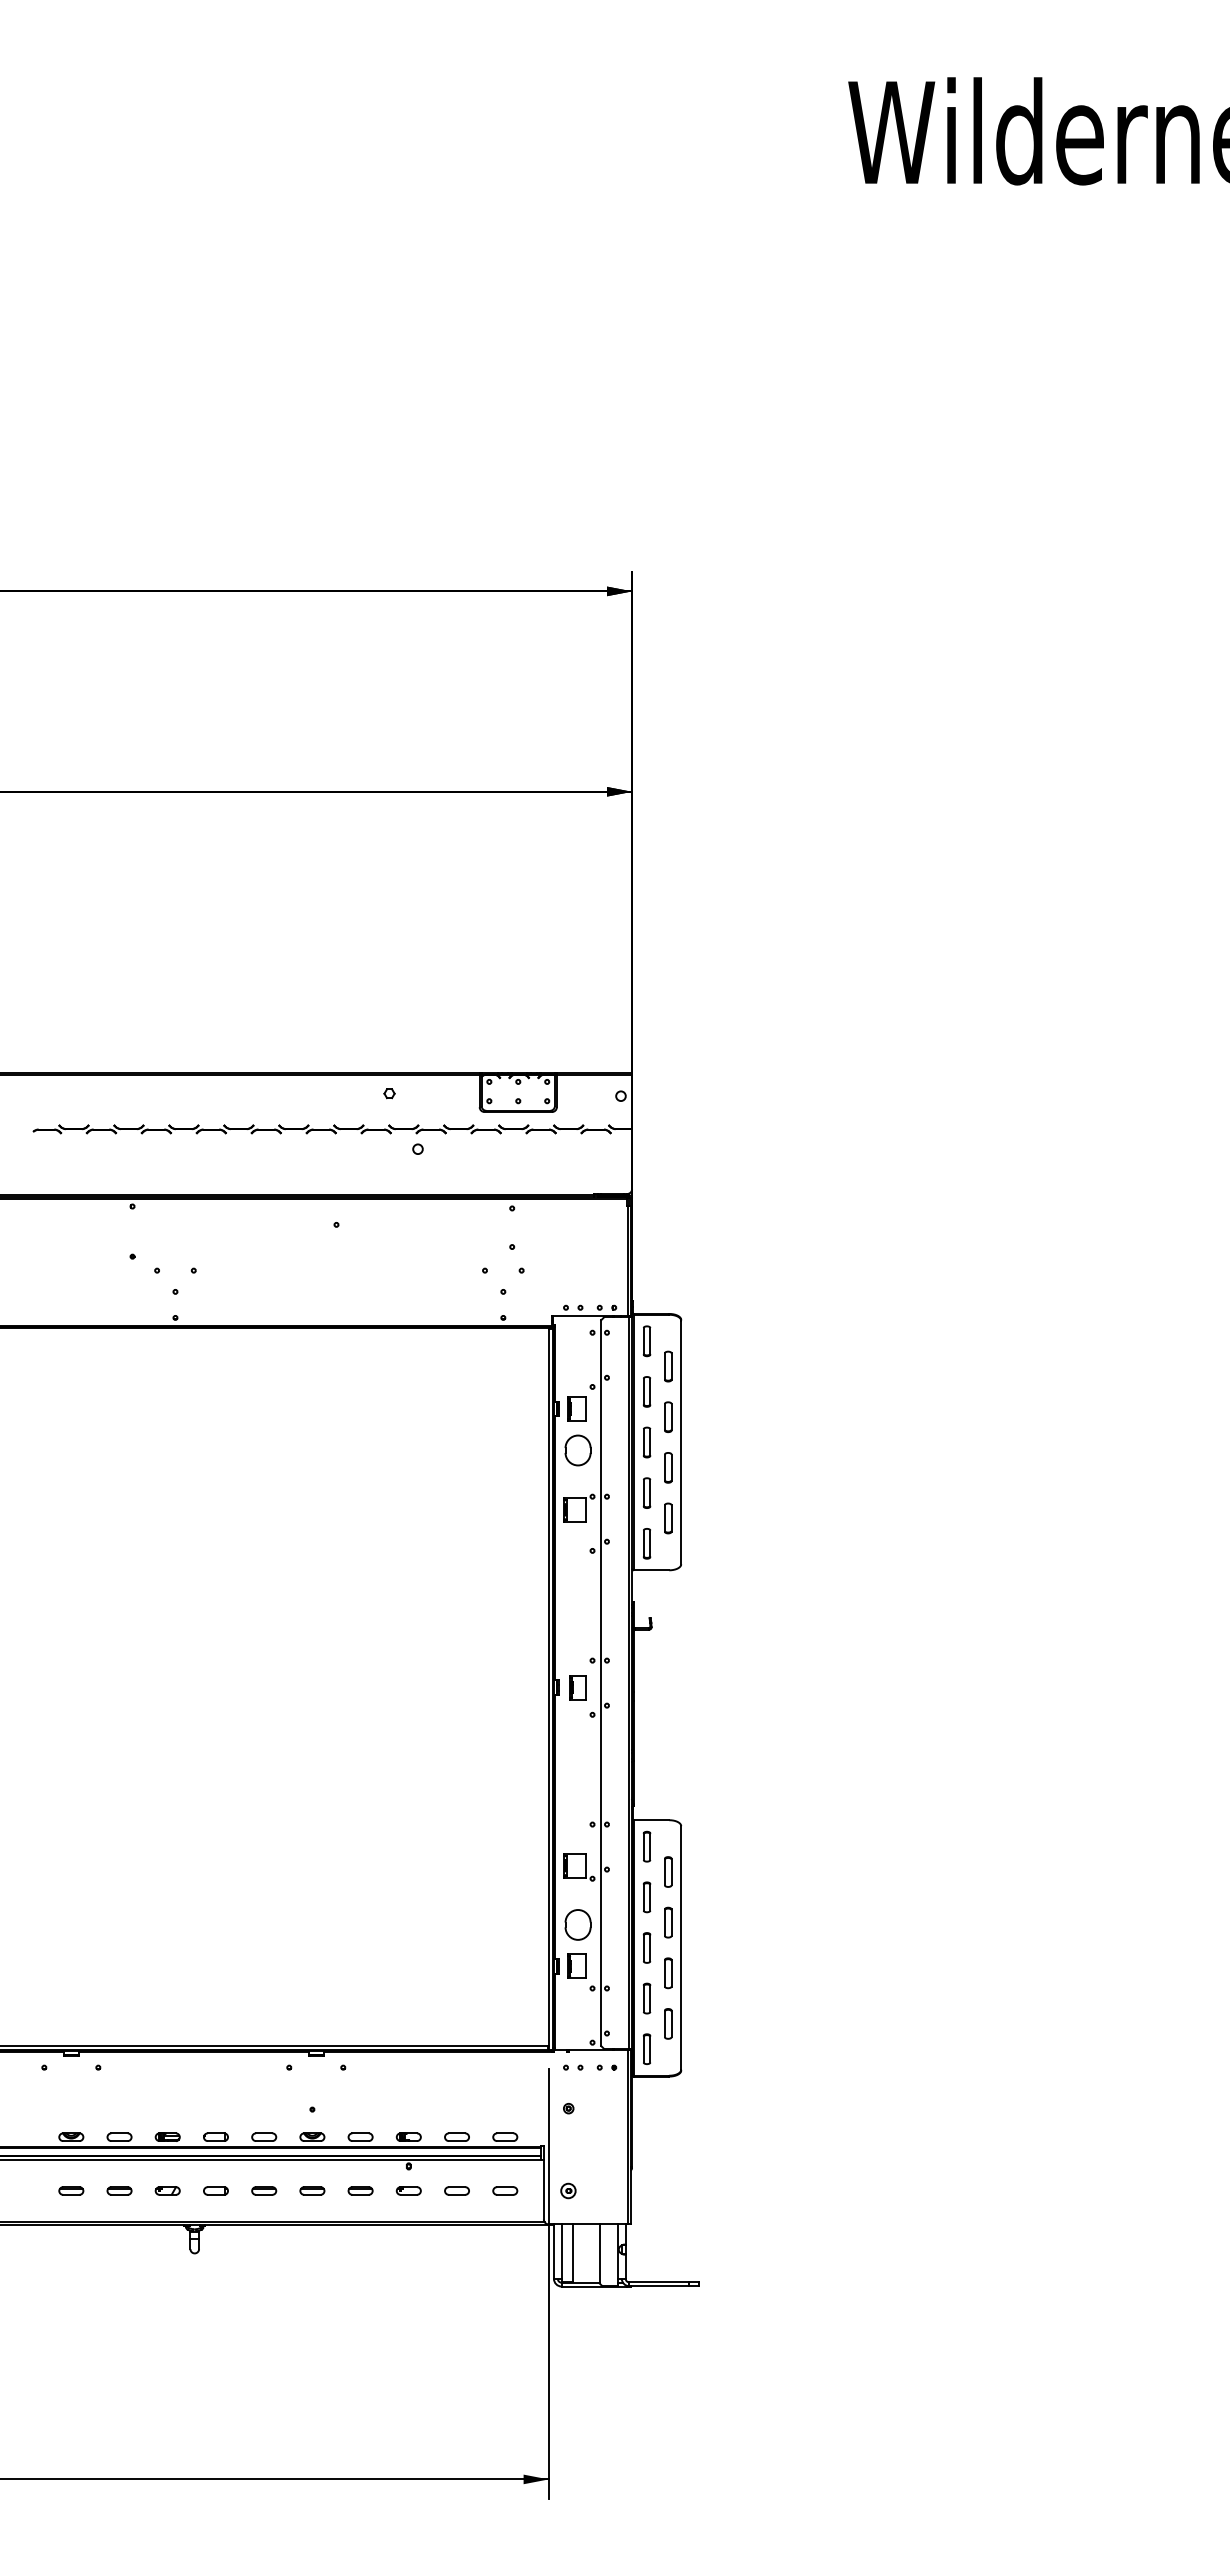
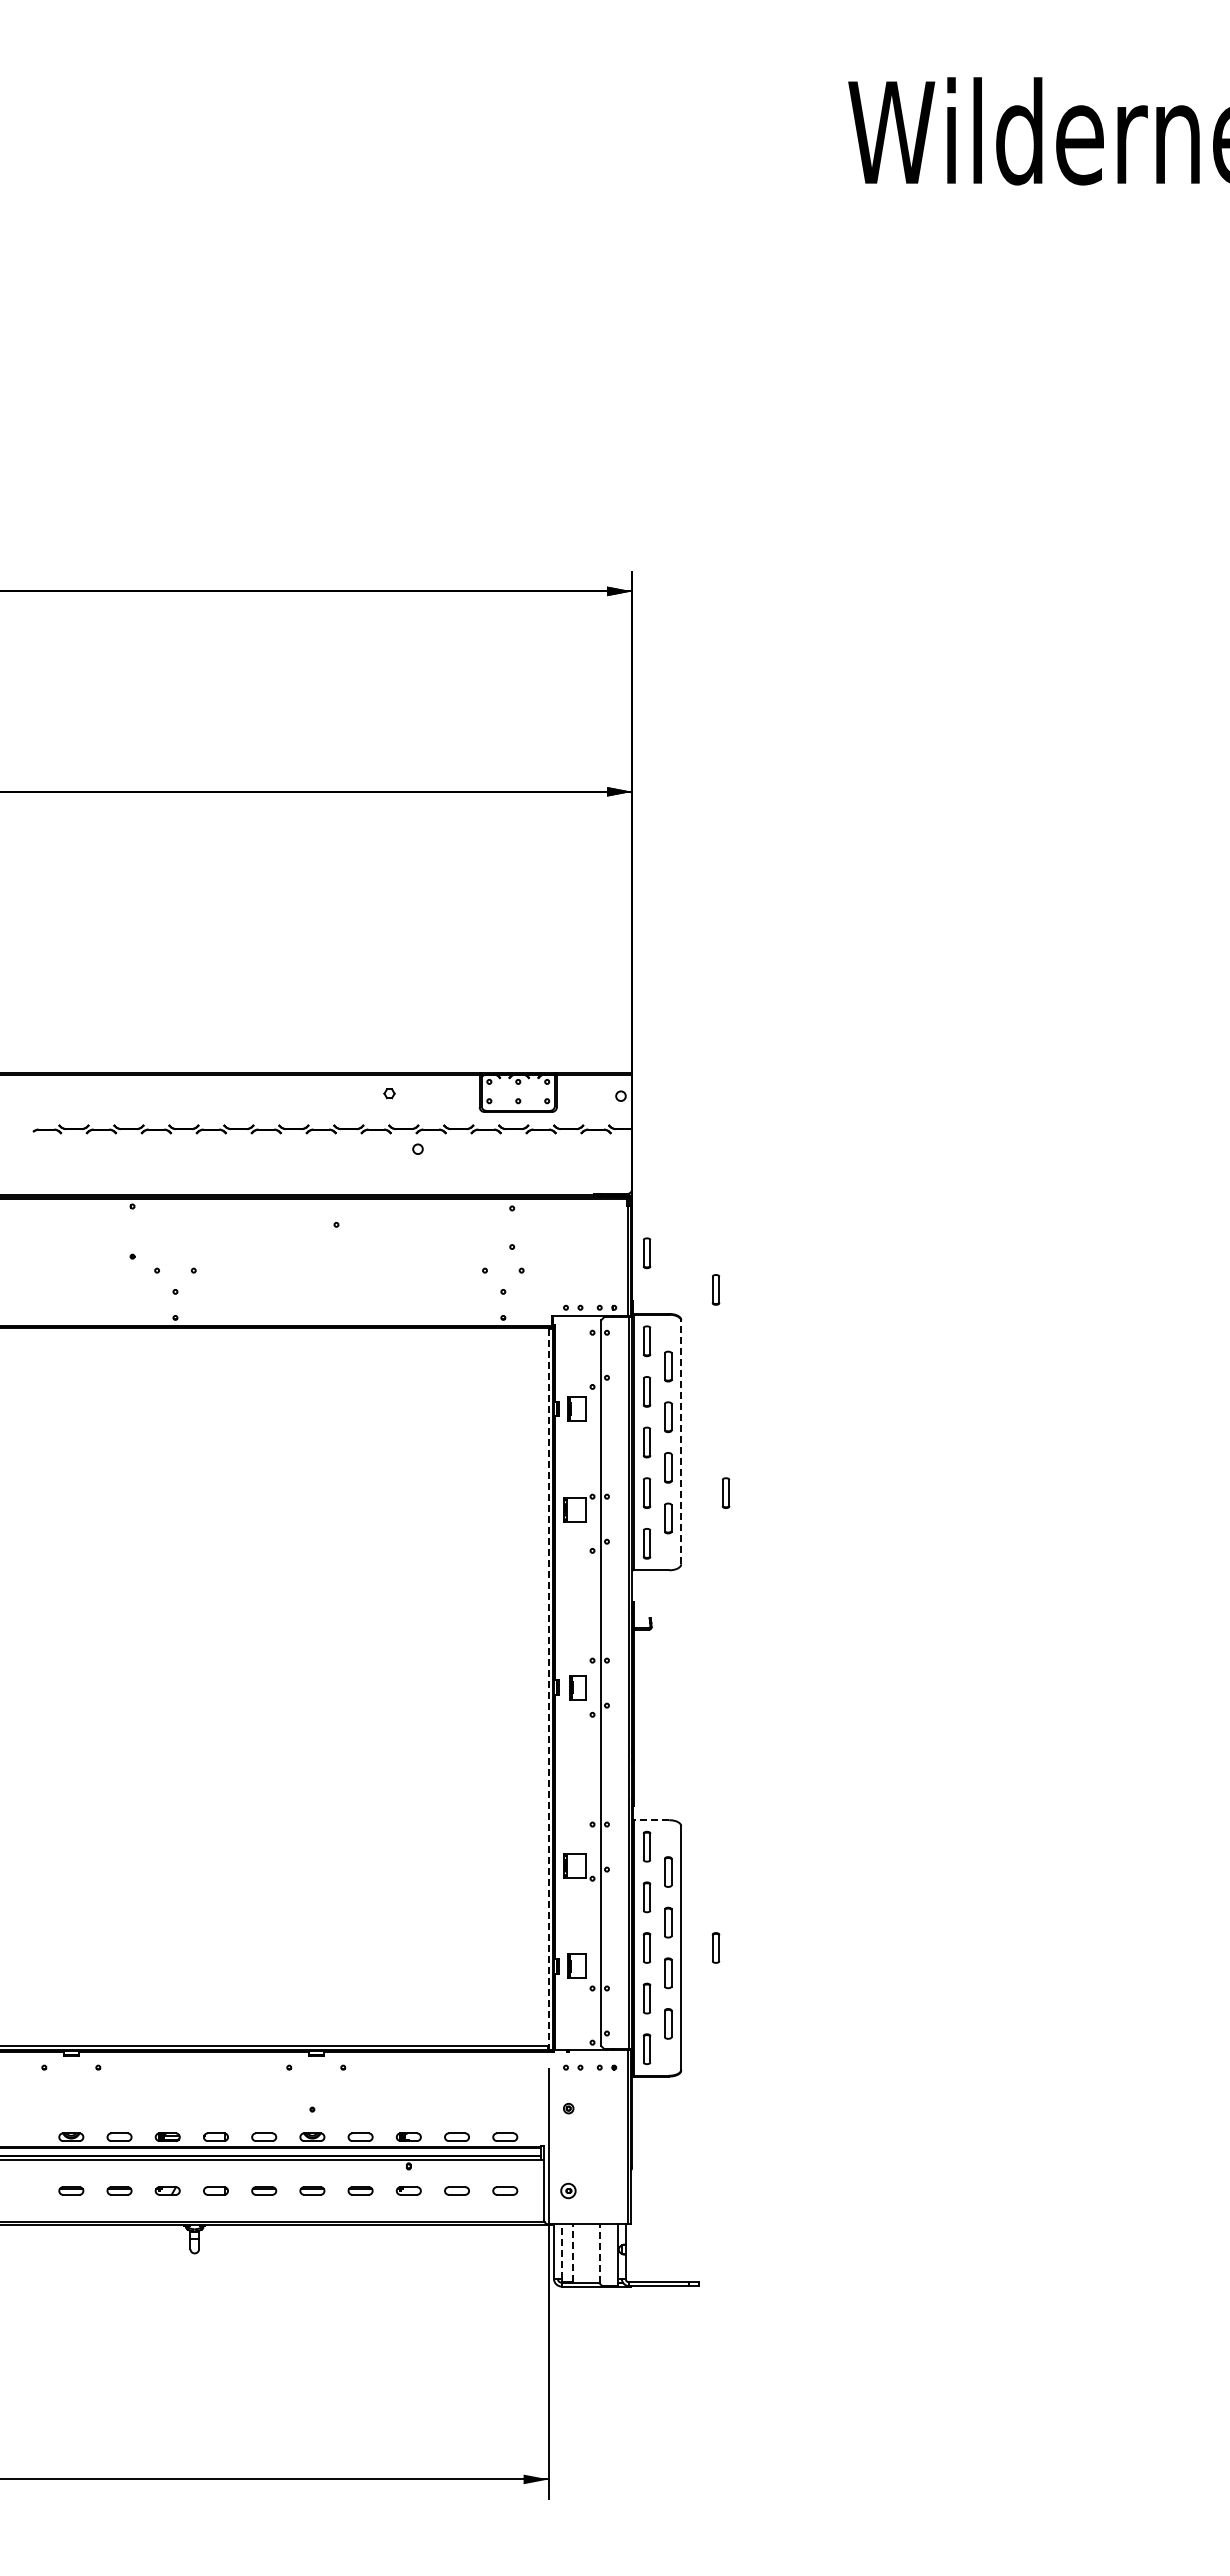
part at (646, 1253): none -> present
part at (716, 1289): none -> present
line at (681, 1442): solid -> dashed
part at (577, 1450): present -> none
part at (725, 1492): none -> present
line at (548, 1690): solid -> dashed
line at (651, 1820): solid -> dashed
part at (577, 1924): present -> none
part at (715, 1947): none -> present
line at (561, 2251): solid -> dashed
line at (573, 2253): solid -> dashed
line at (599, 2253): solid -> dashed
